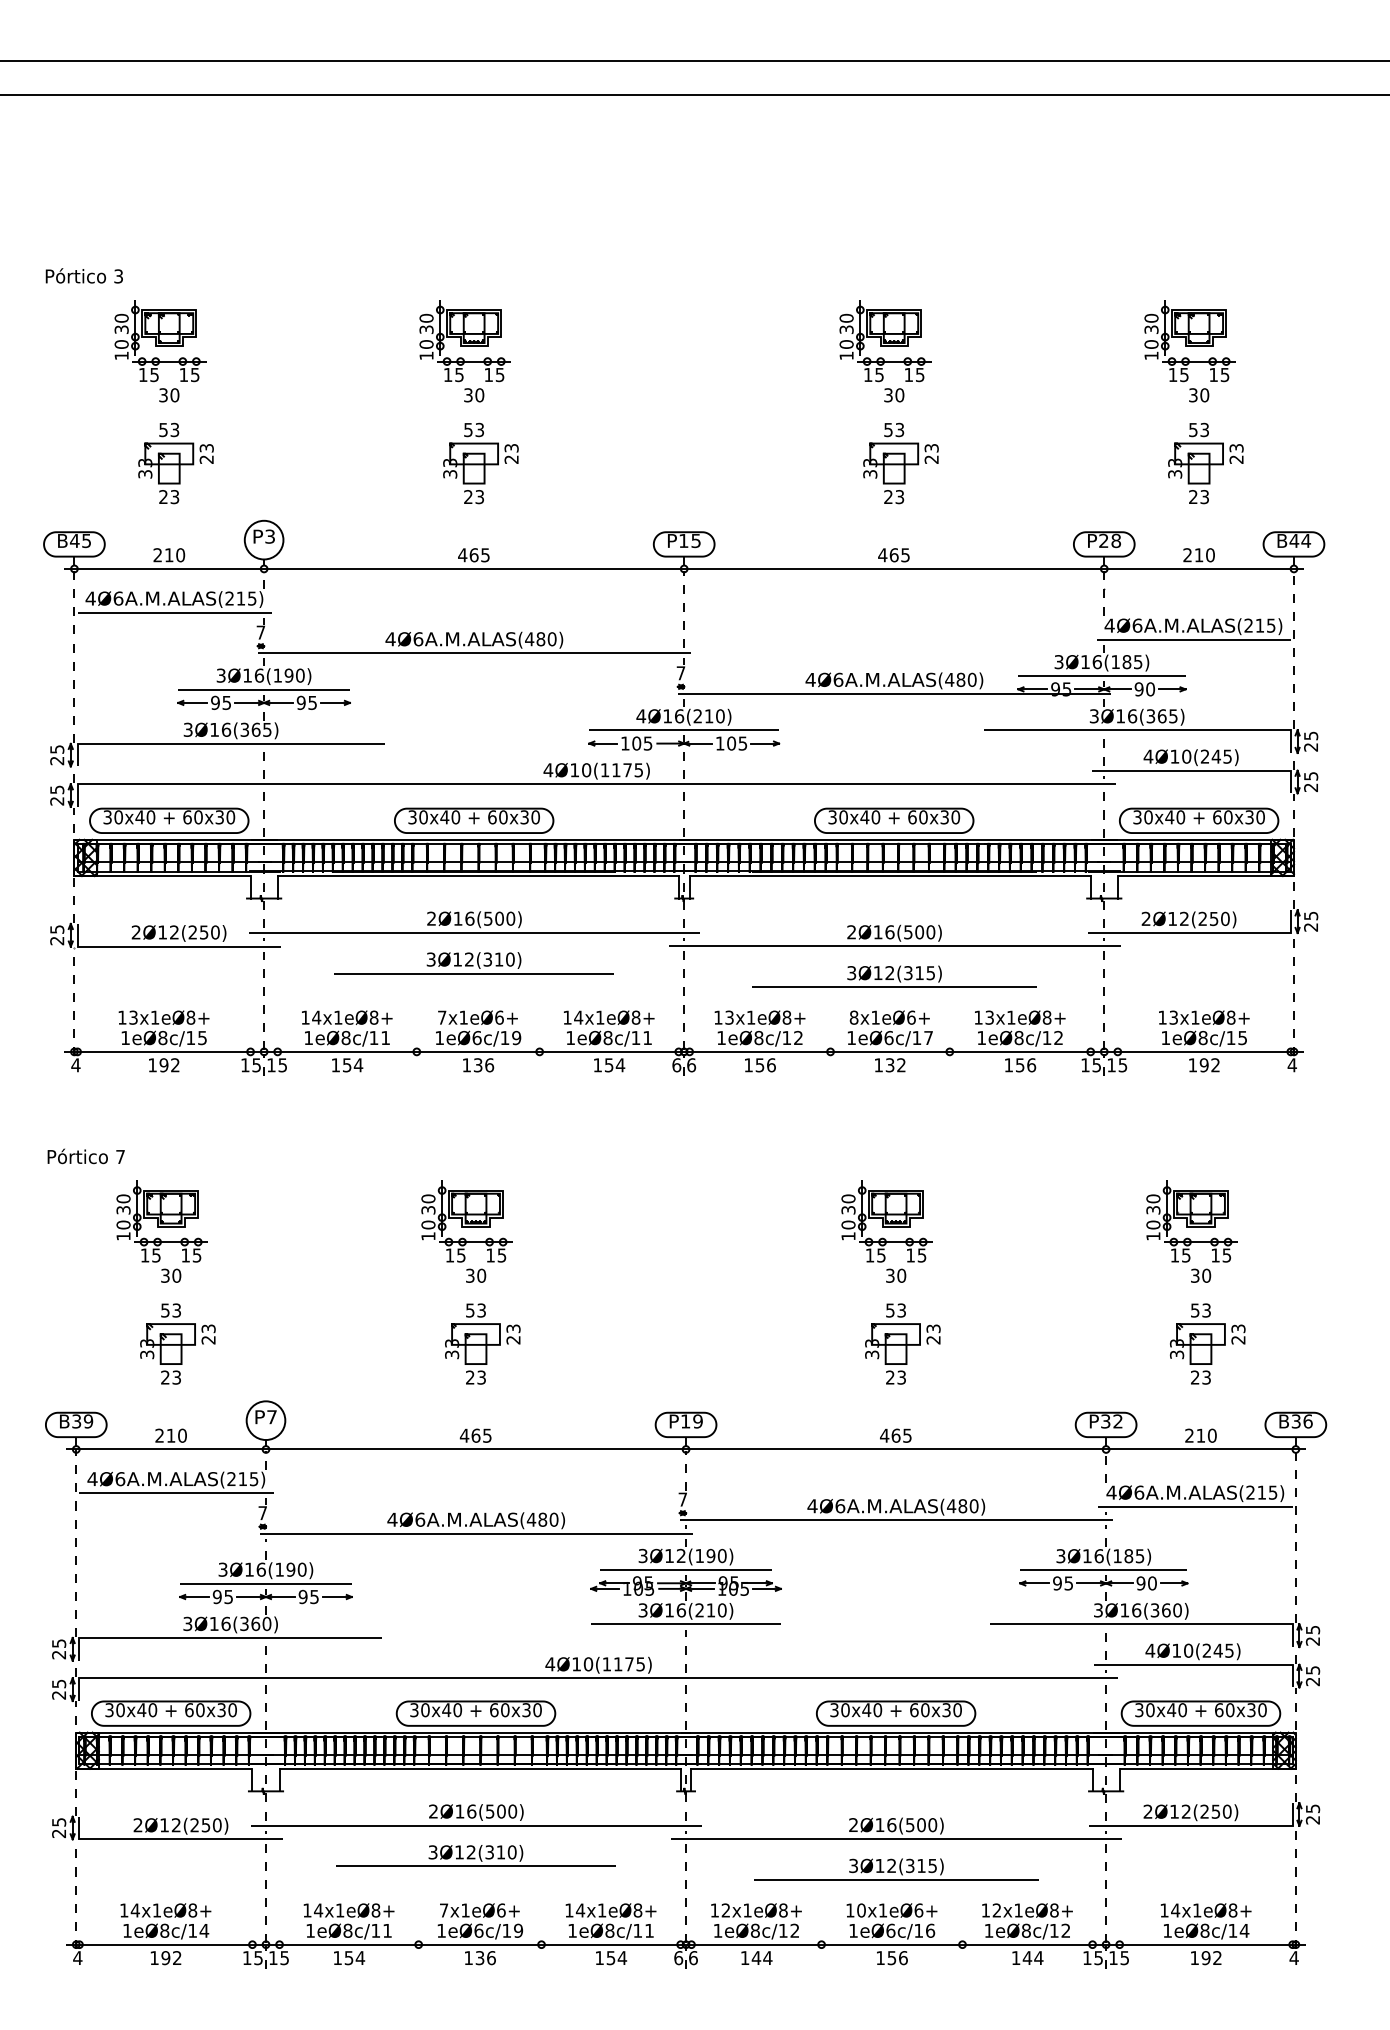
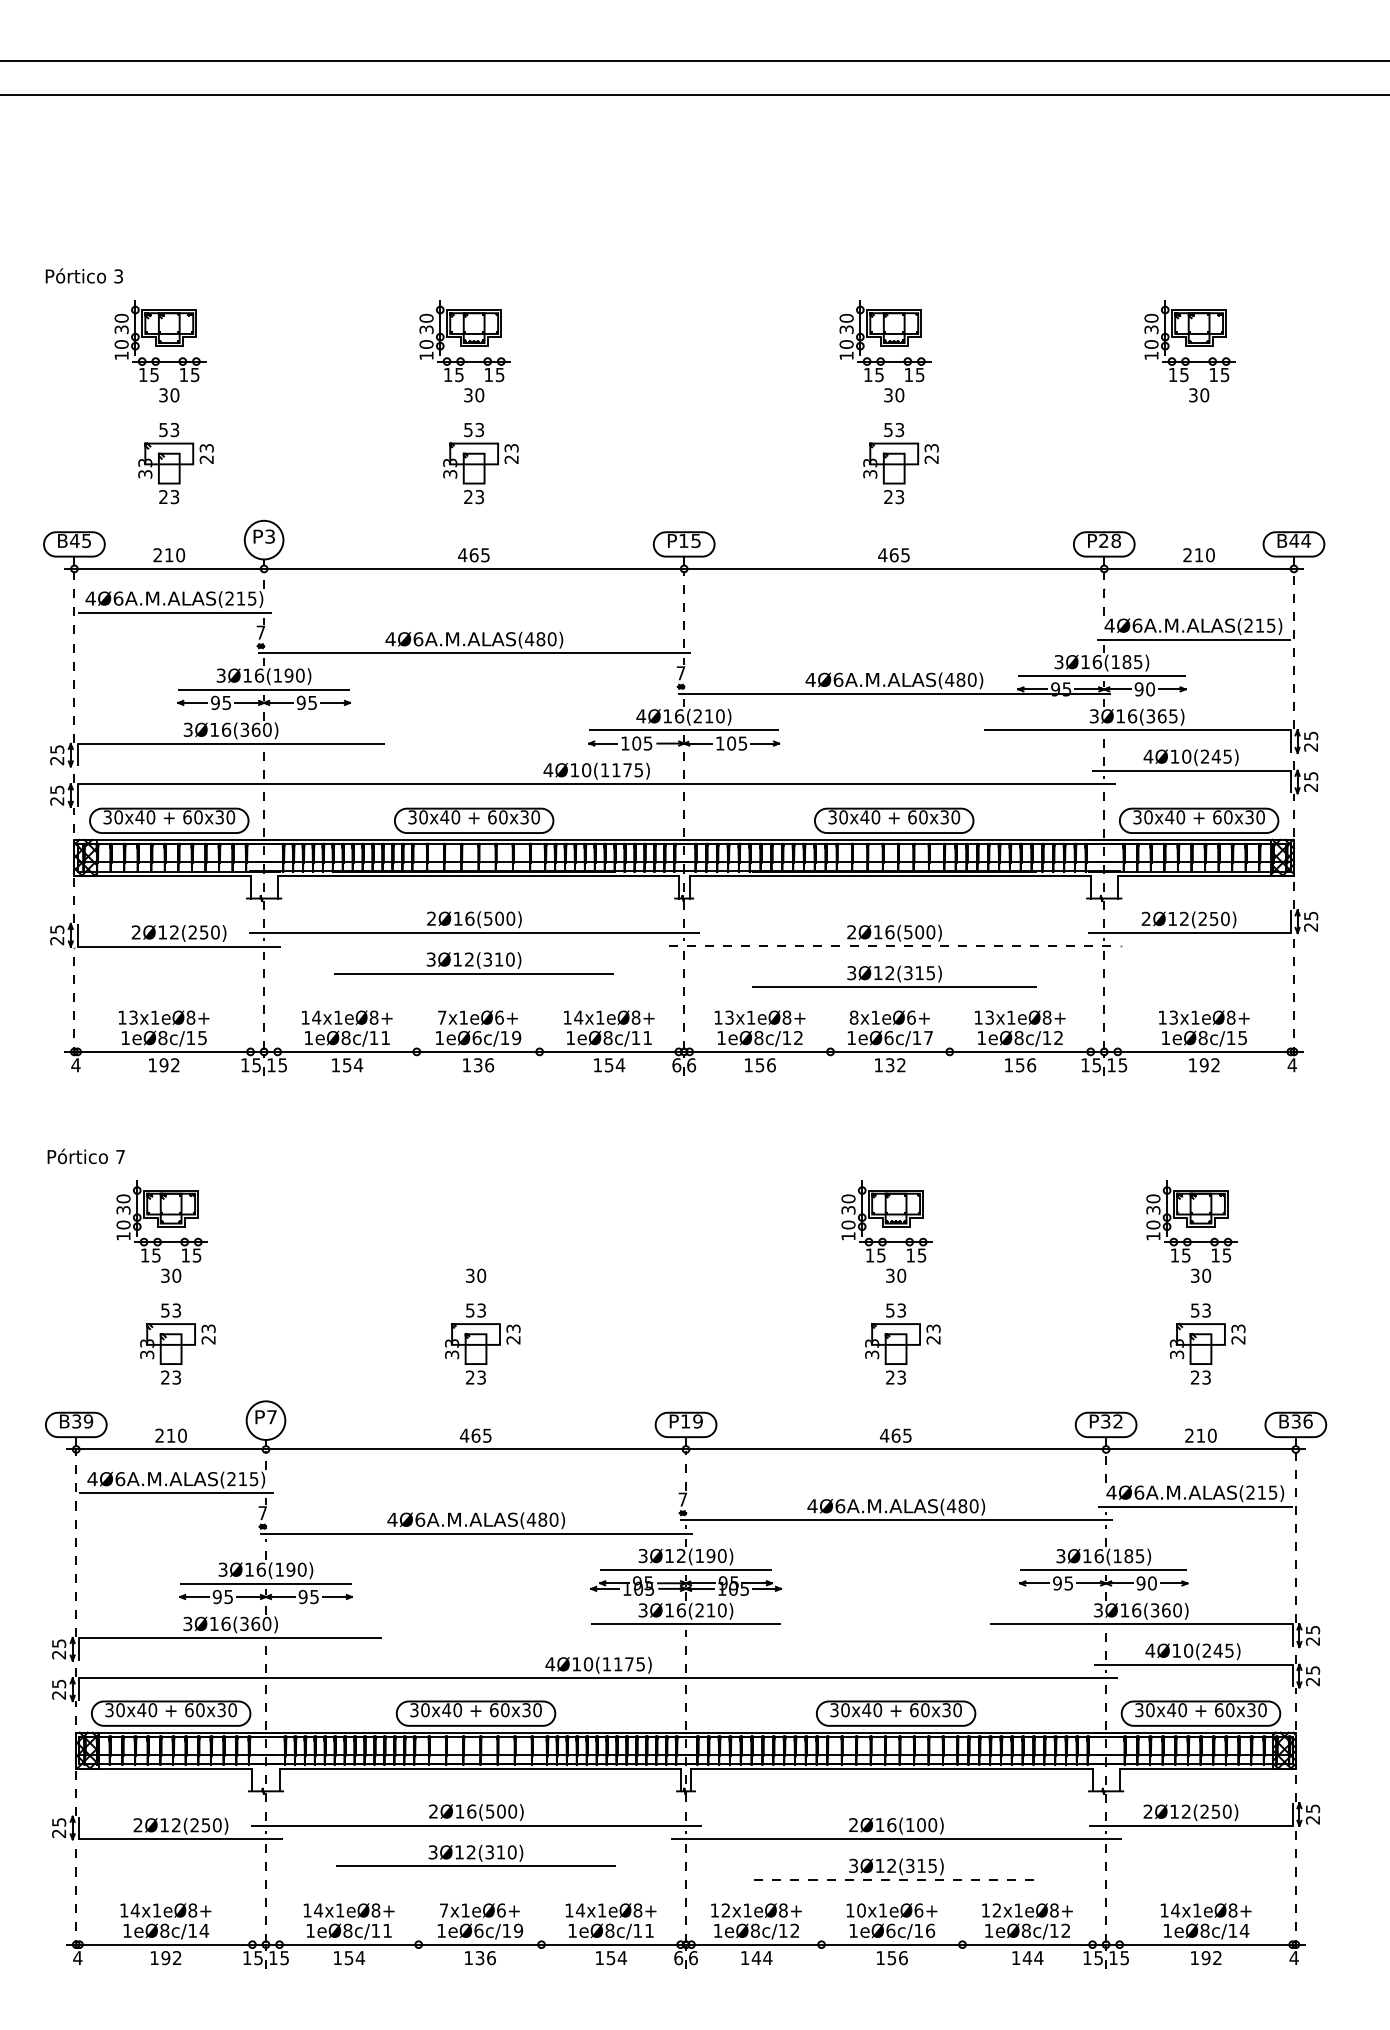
part at (1205, 463): present -> none
text at (267, 729): (365) -> (360)
line at (894, 946): solid -> dashed
part at (466, 1221): present -> none
text at (910, 1825): (500) -> (100)
line at (897, 1880): solid -> dashed
